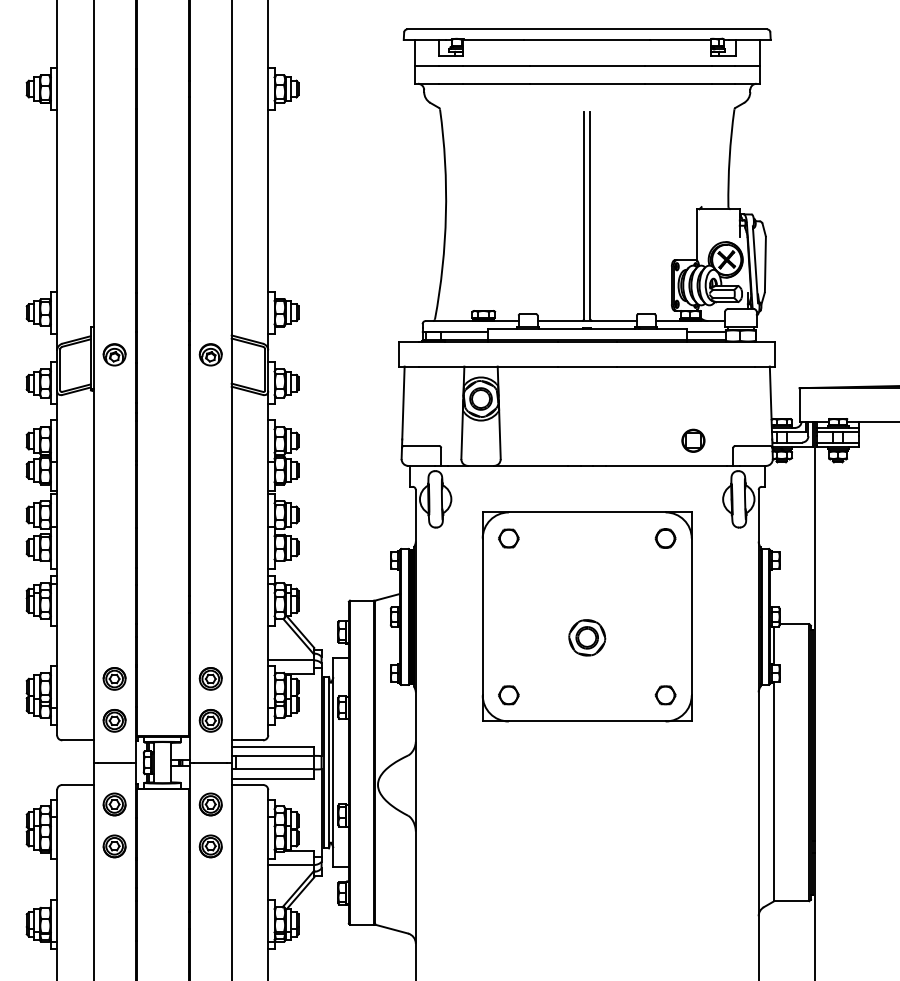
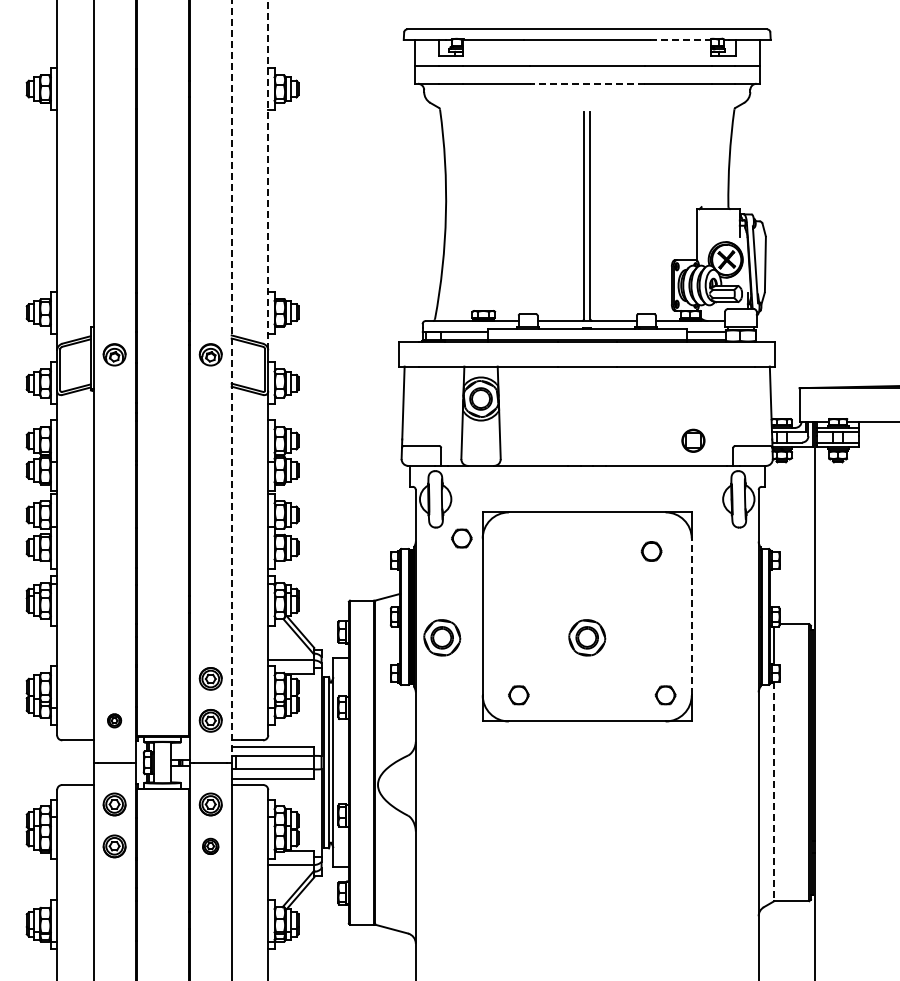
line at (681, 39): solid -> dashed
line at (586, 83): solid -> dashed
line at (268, 175): solid -> dashed
line at (231, 381): solid -> dashed
part at (508, 538) position: (508, 538) -> (461, 538)
part at (665, 538) position: (665, 538) -> (651, 551)
line at (691, 616): solid -> dashed
part at (442, 637): none -> present
part at (114, 678): present -> none
part at (508, 695) position: (508, 695) -> (518, 695)
part at (114, 720) size: 25x24 px -> 16x16 px
line at (774, 791): solid -> dashed
part at (210, 846) size: 25x25 px -> 18x18 px
